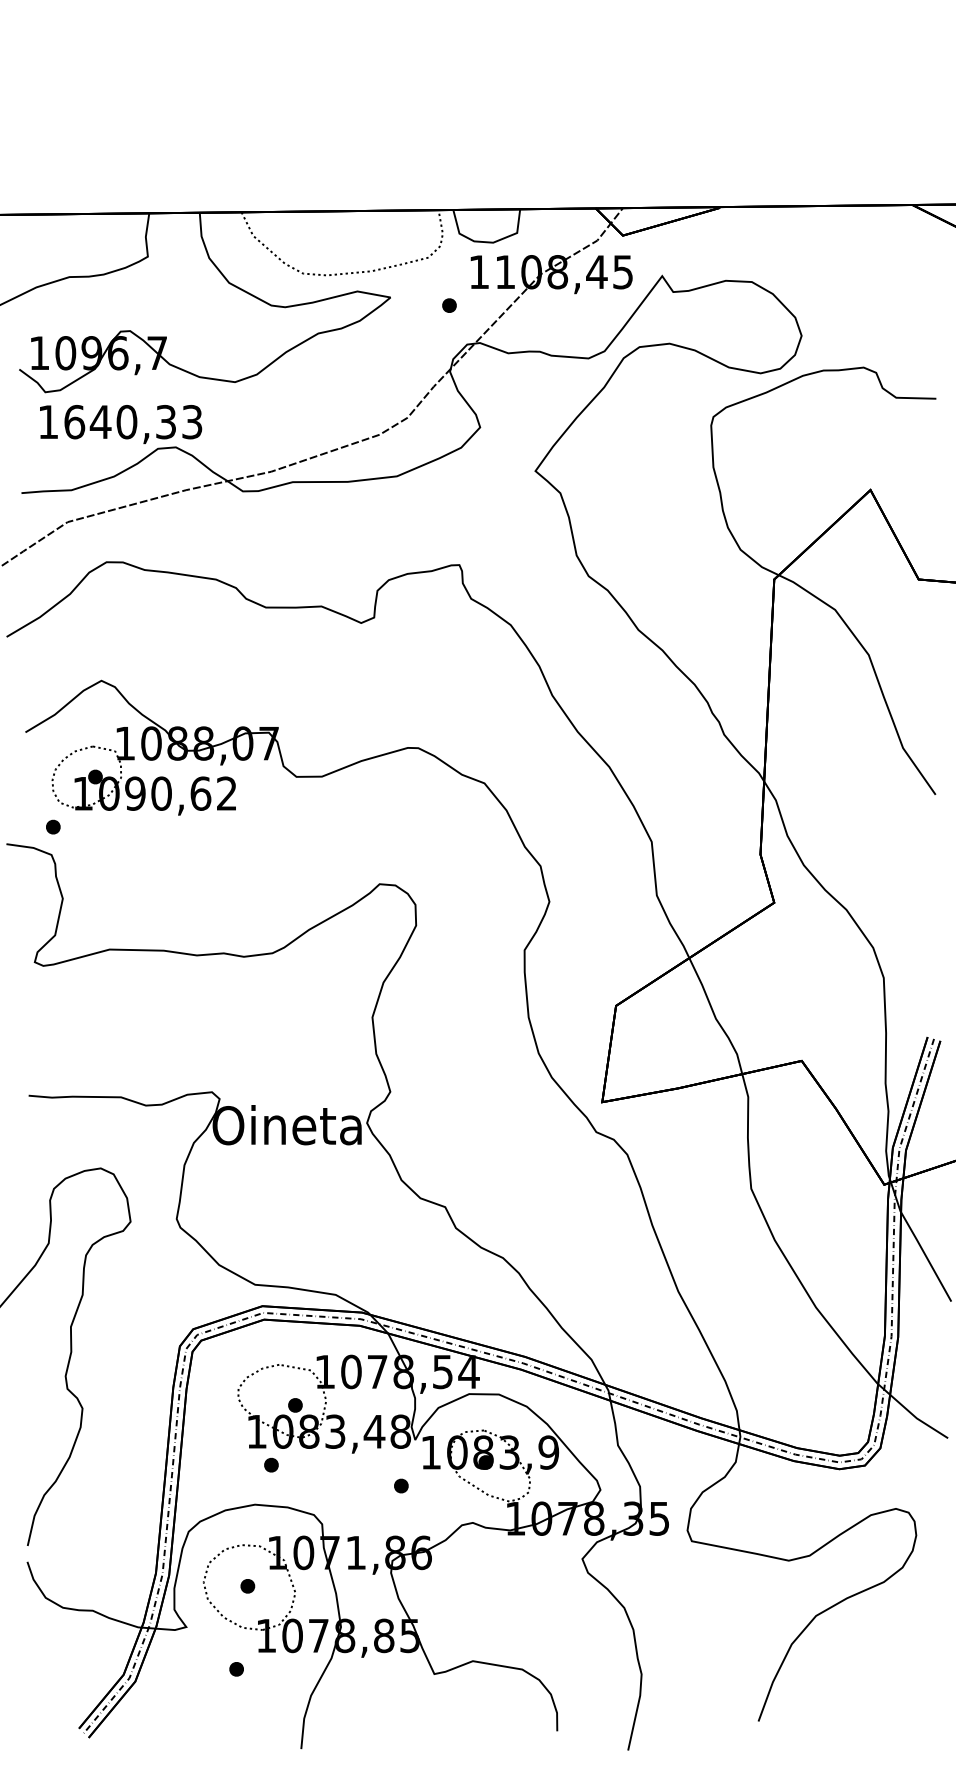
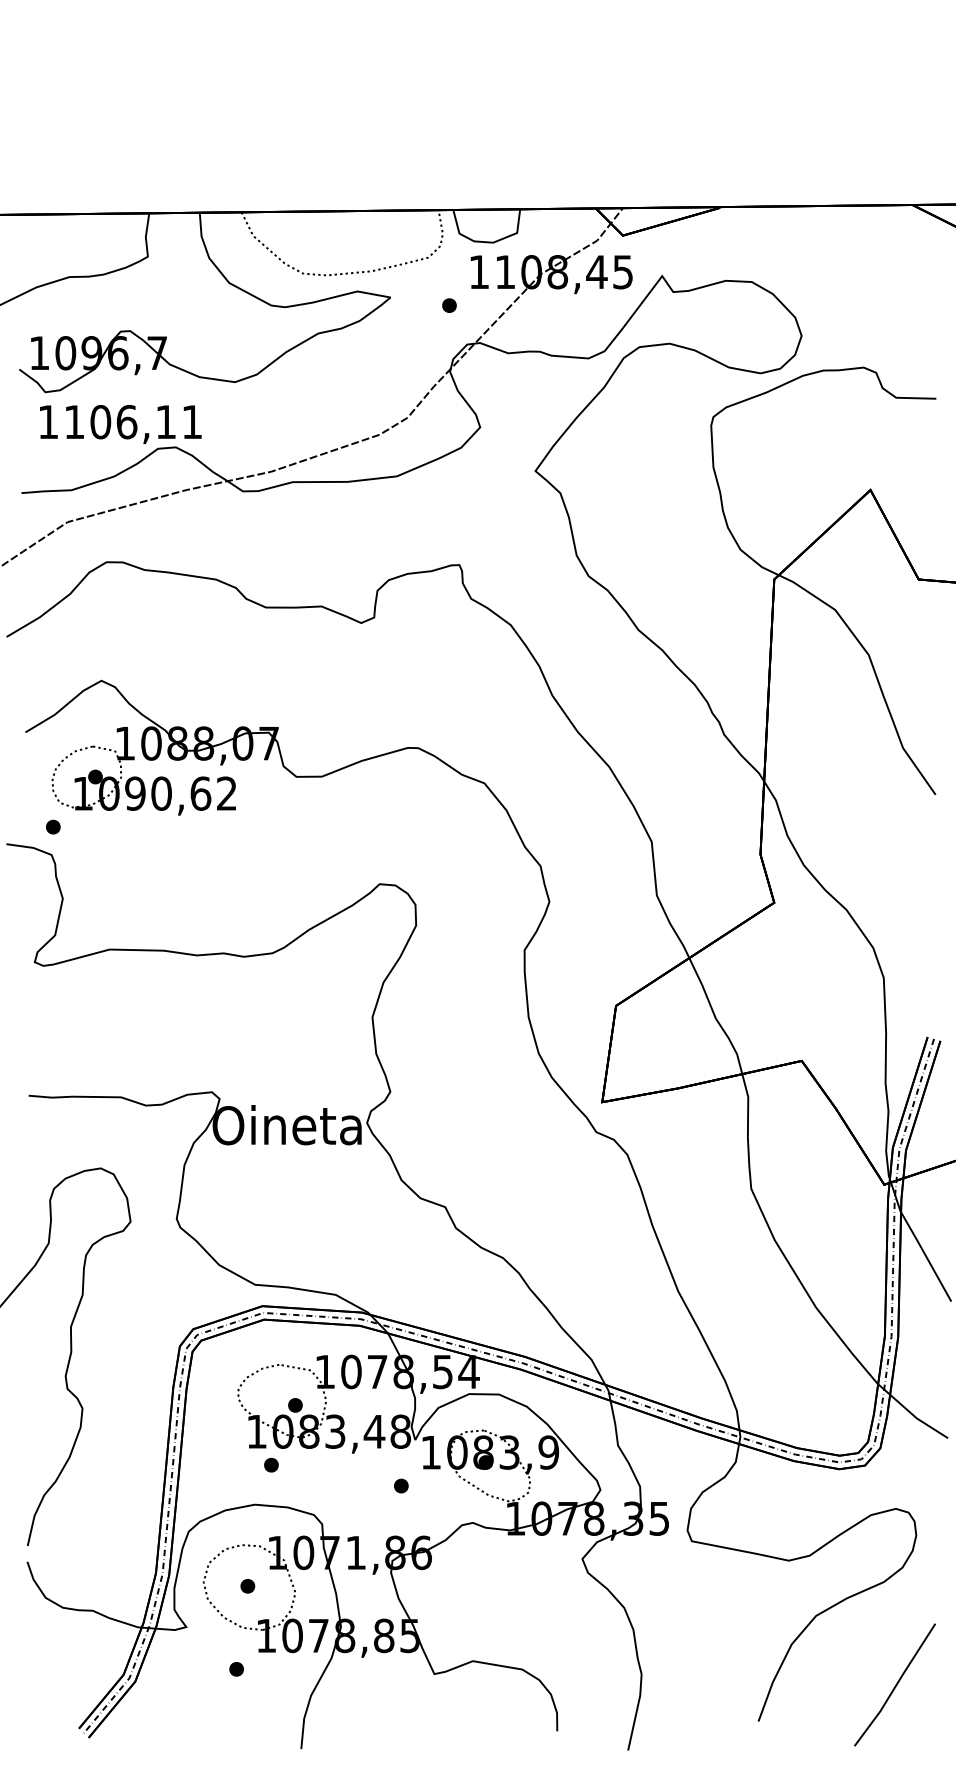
text at (133, 421): 1640,33 -> 1106,11
line at (895, 1684): none -> present
